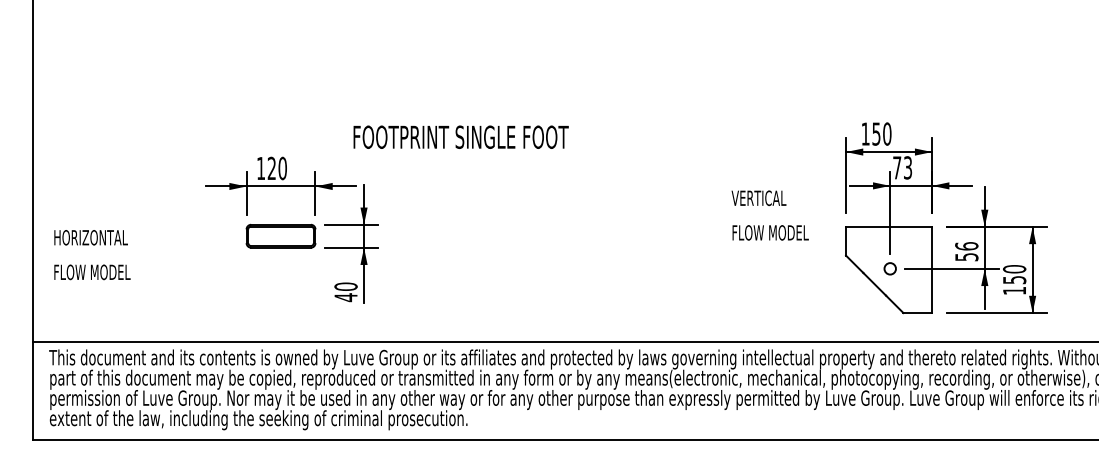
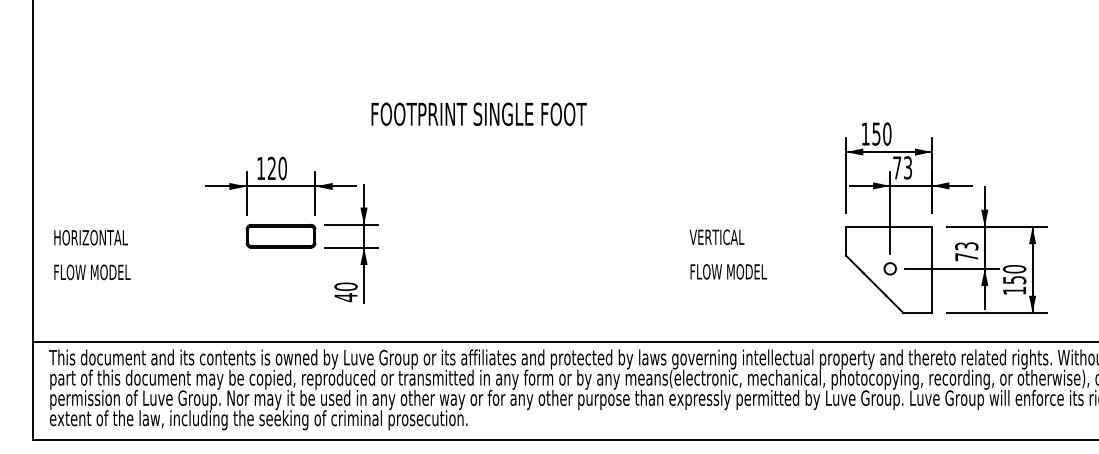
text at (460, 136) position: (460, 136) -> (478, 113)
text at (769, 215) position: (769, 215) -> (727, 254)
text at (966, 251): 56 -> 73
